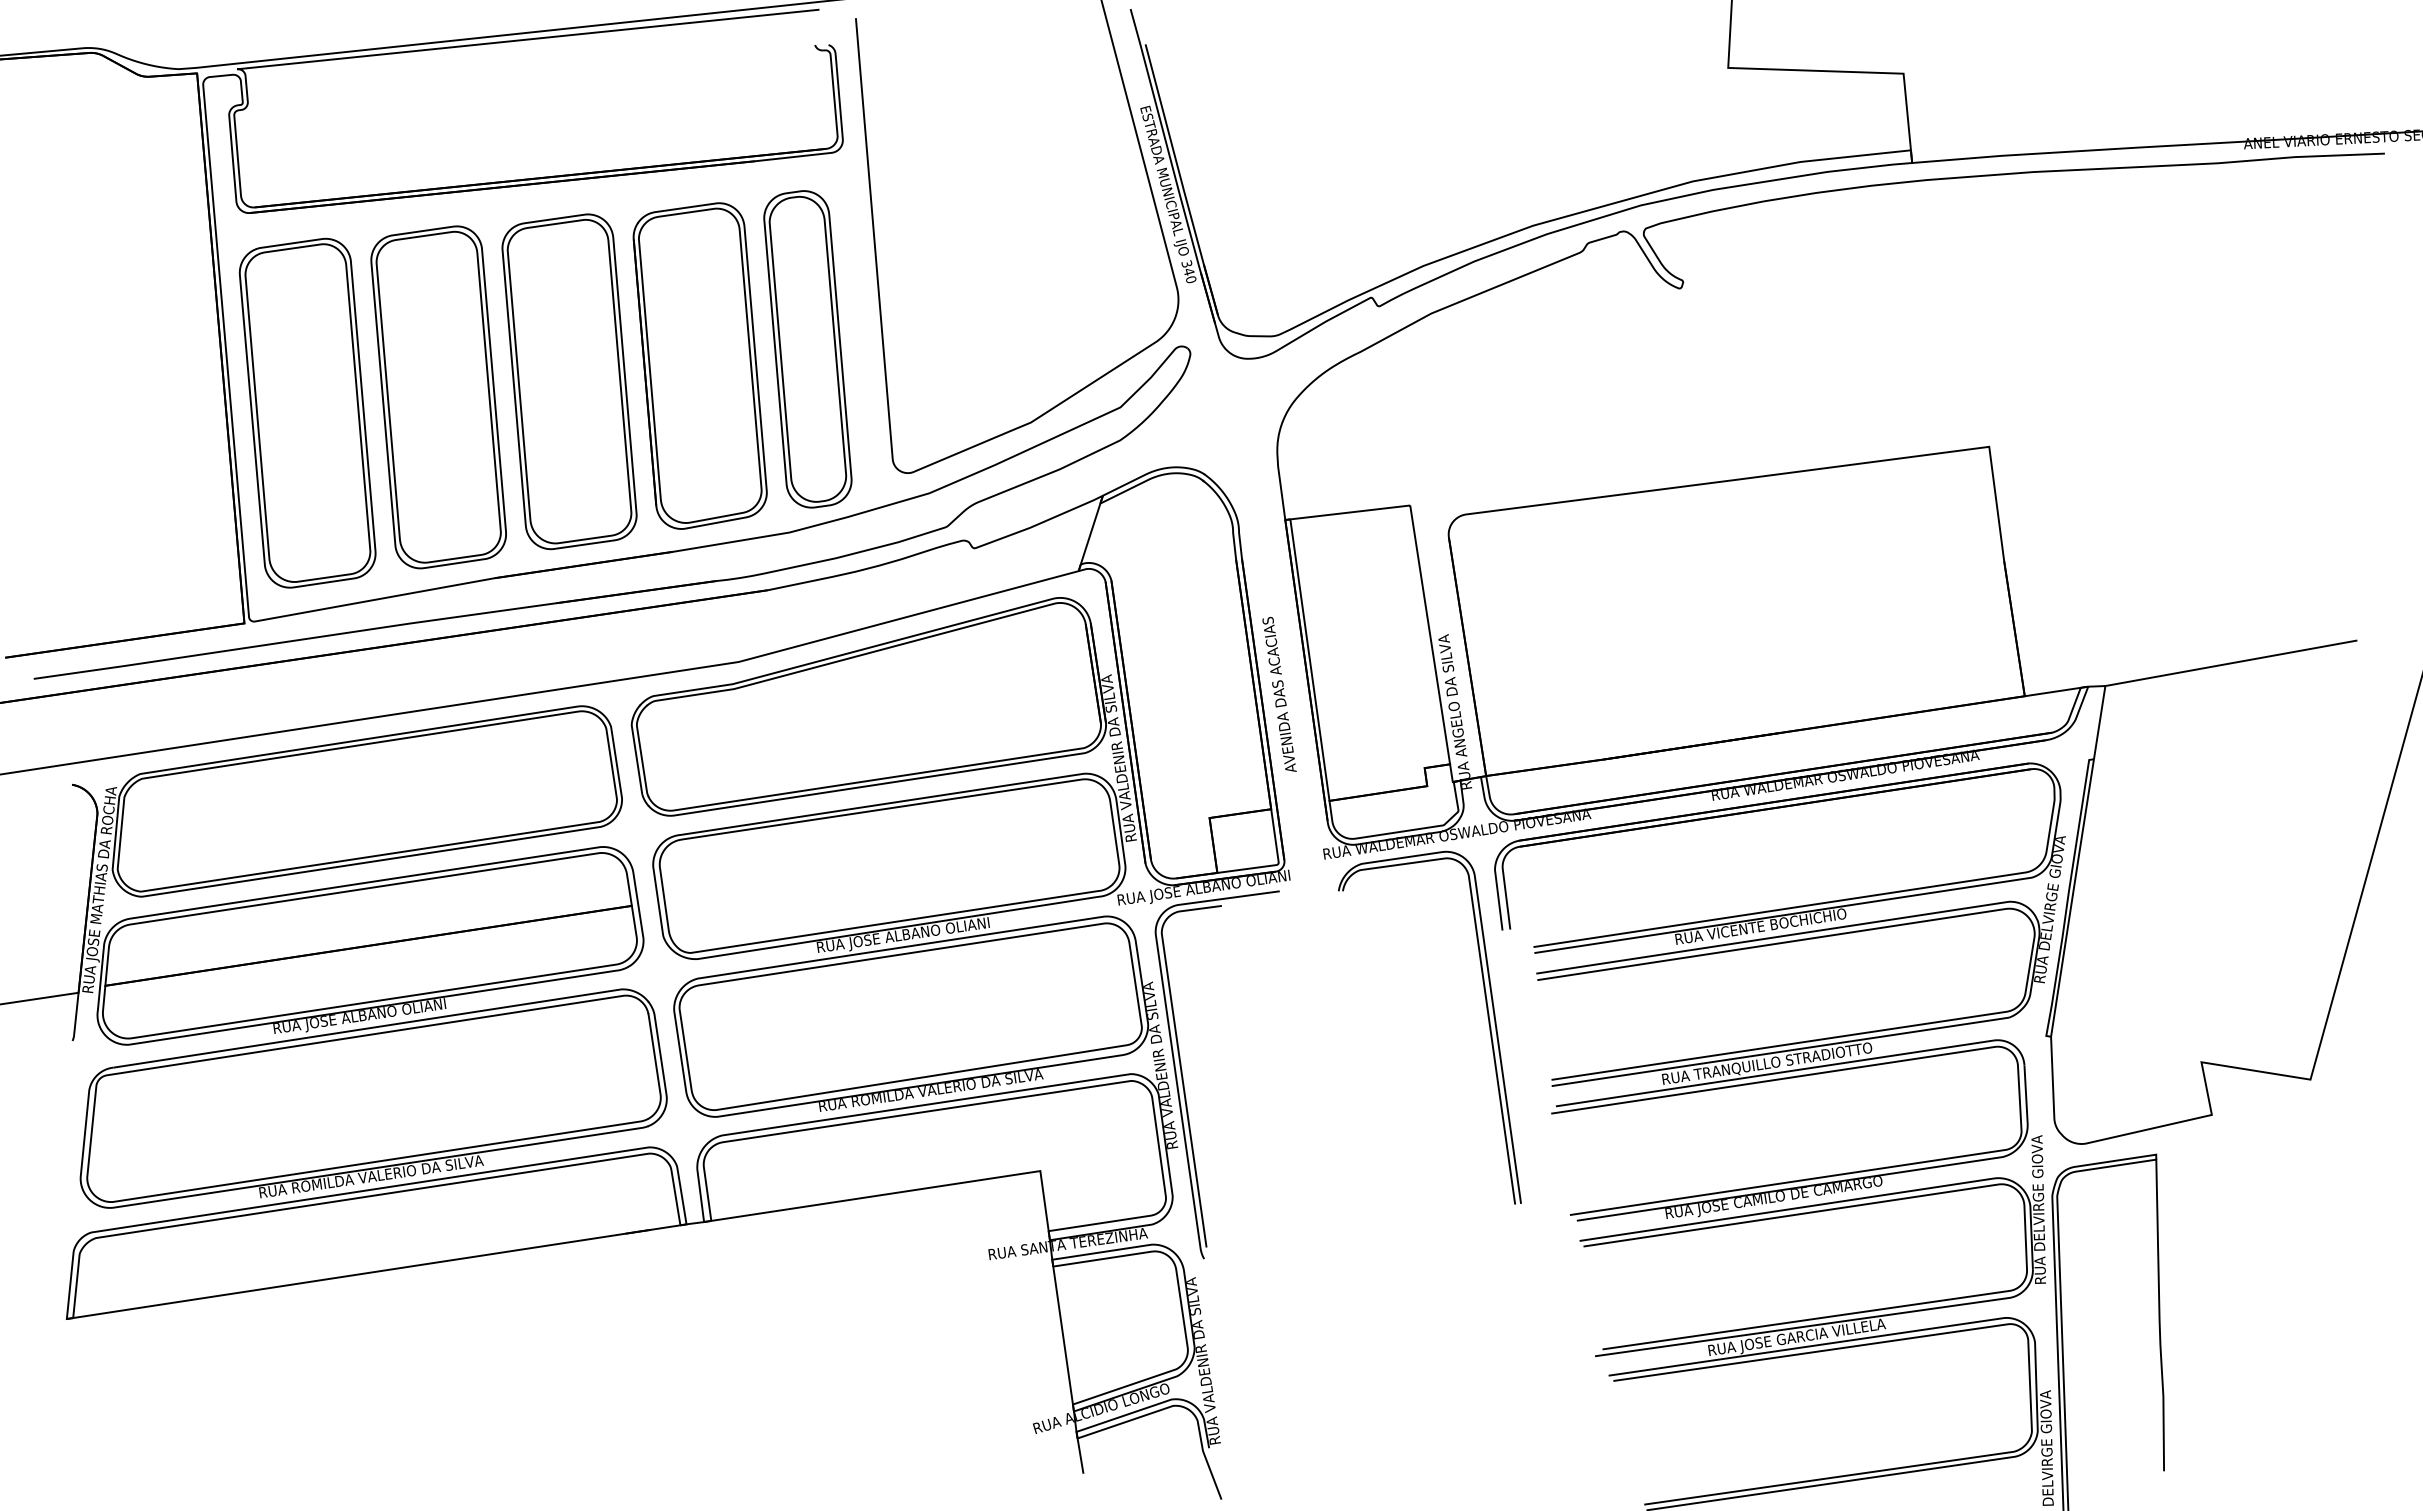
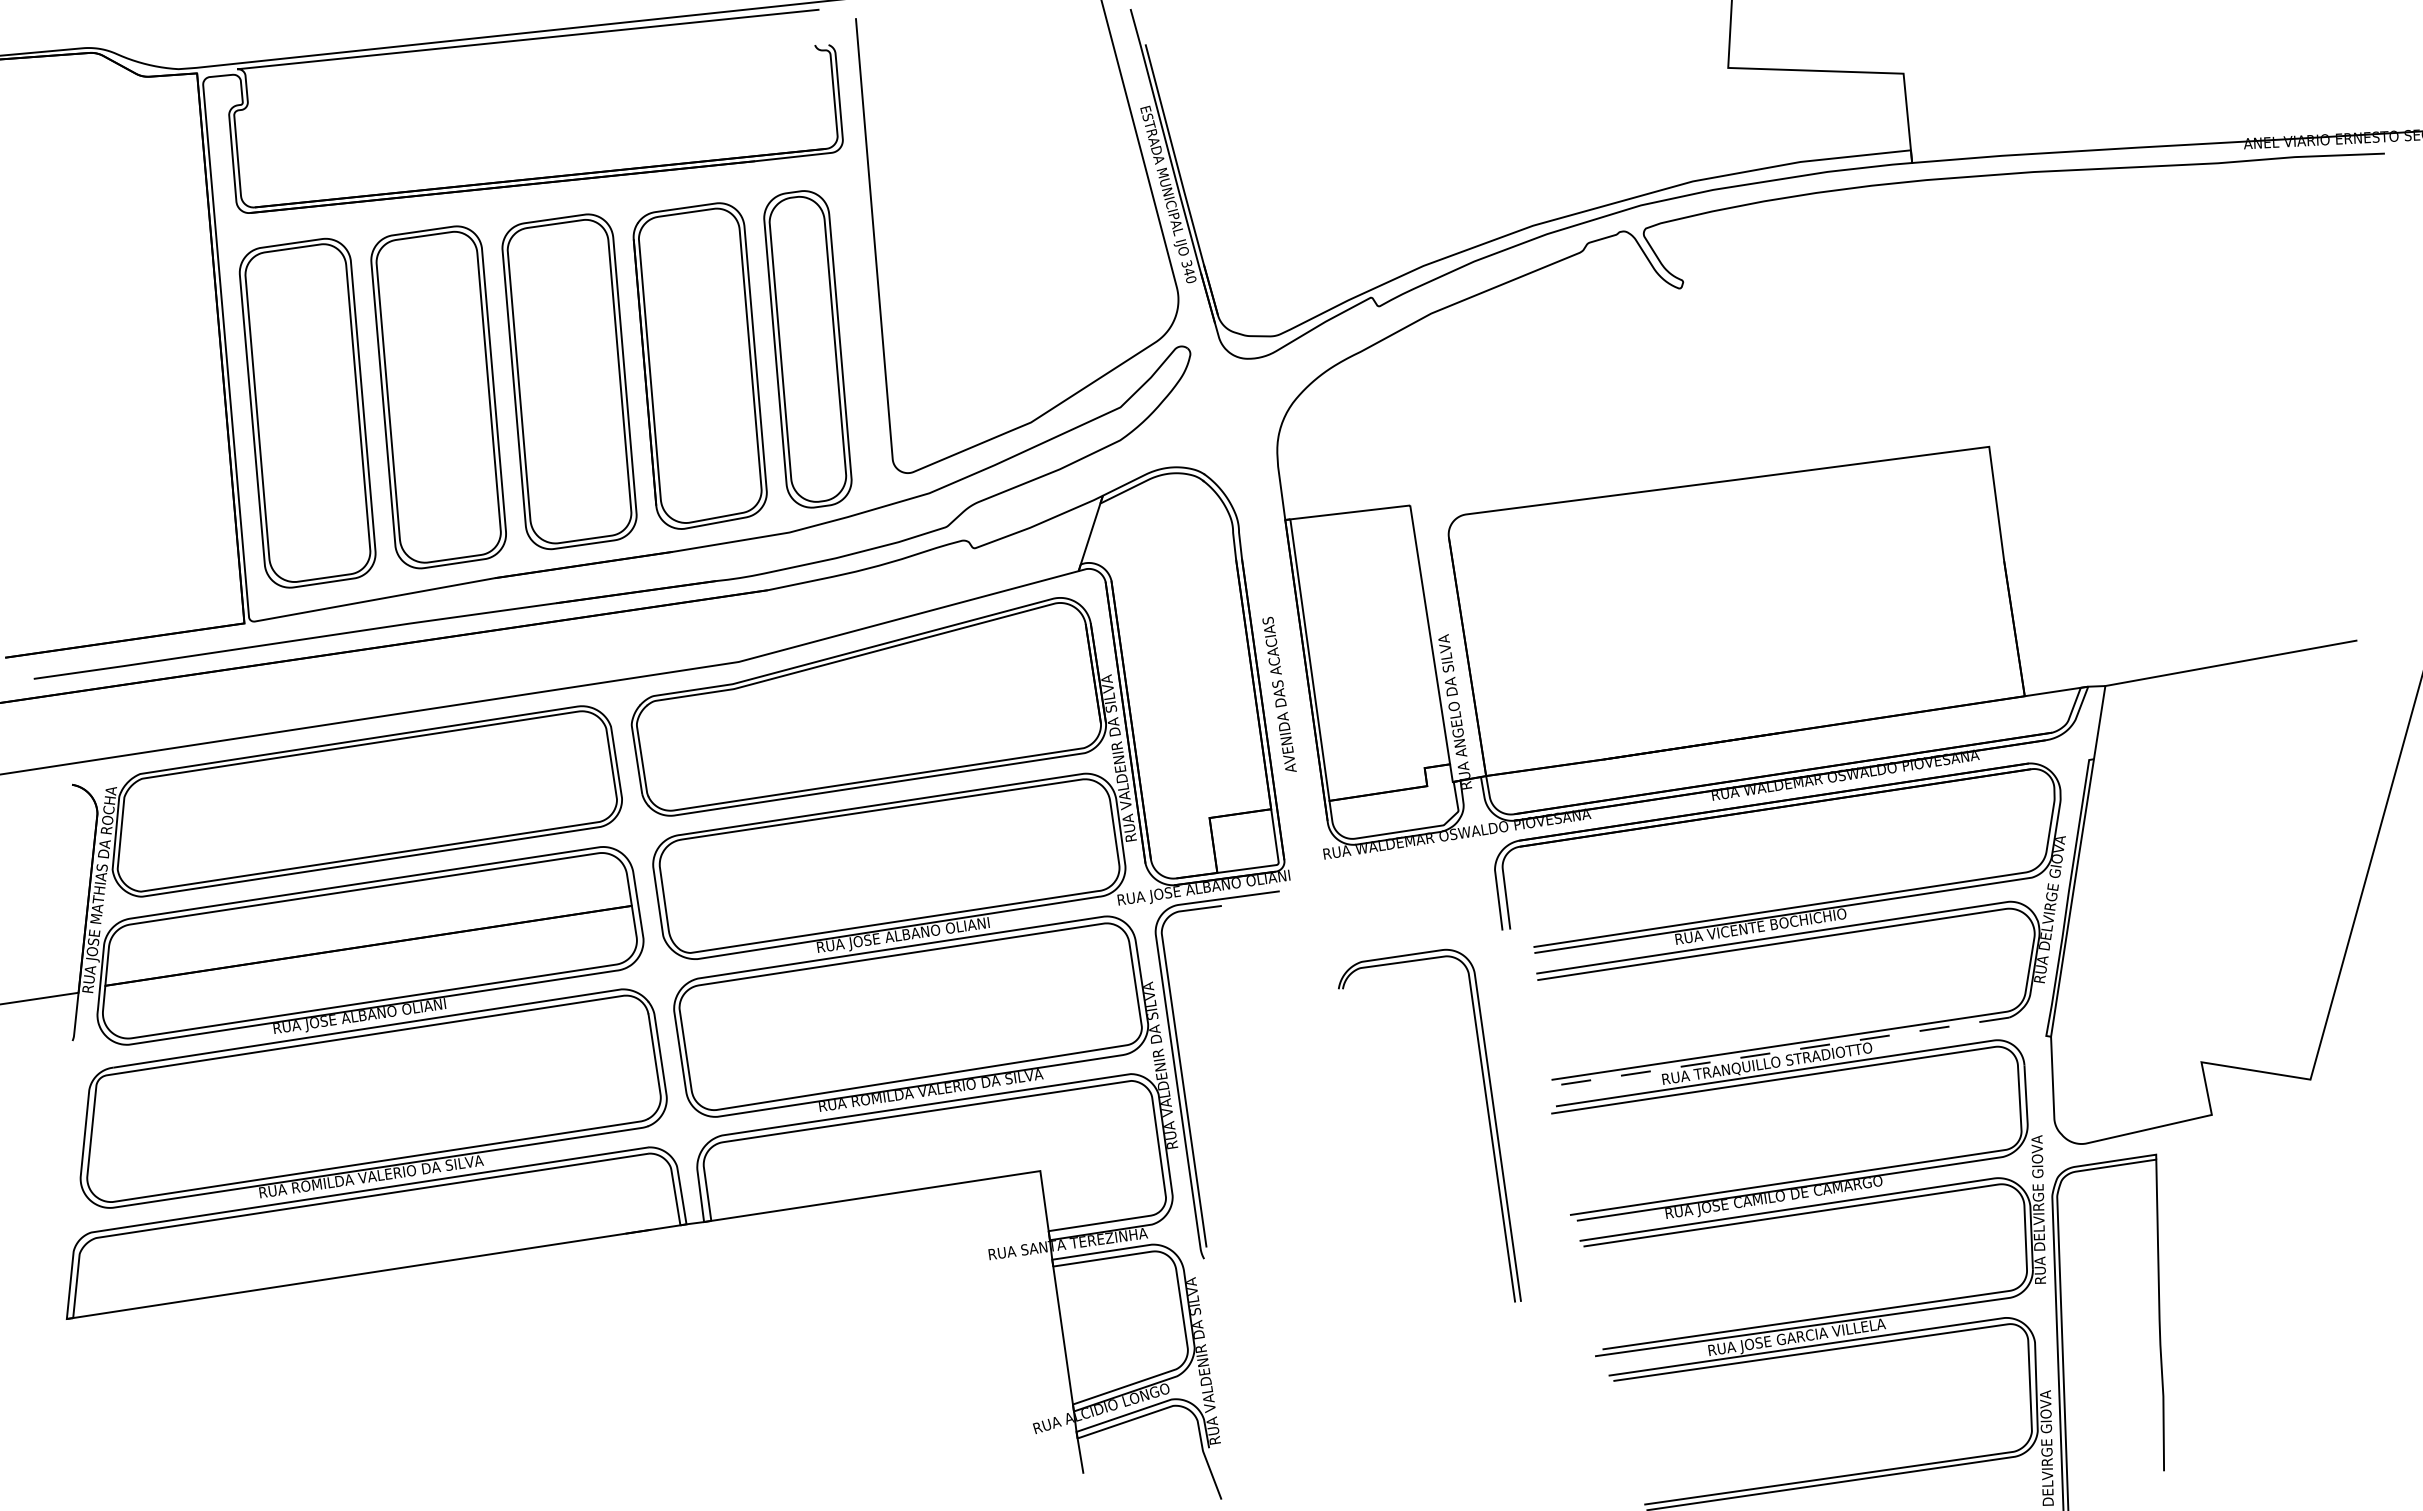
part at (1487, 1017) position: (1487, 1017) -> (1487, 1115)
line at (1779, 1051): solid -> dashed
